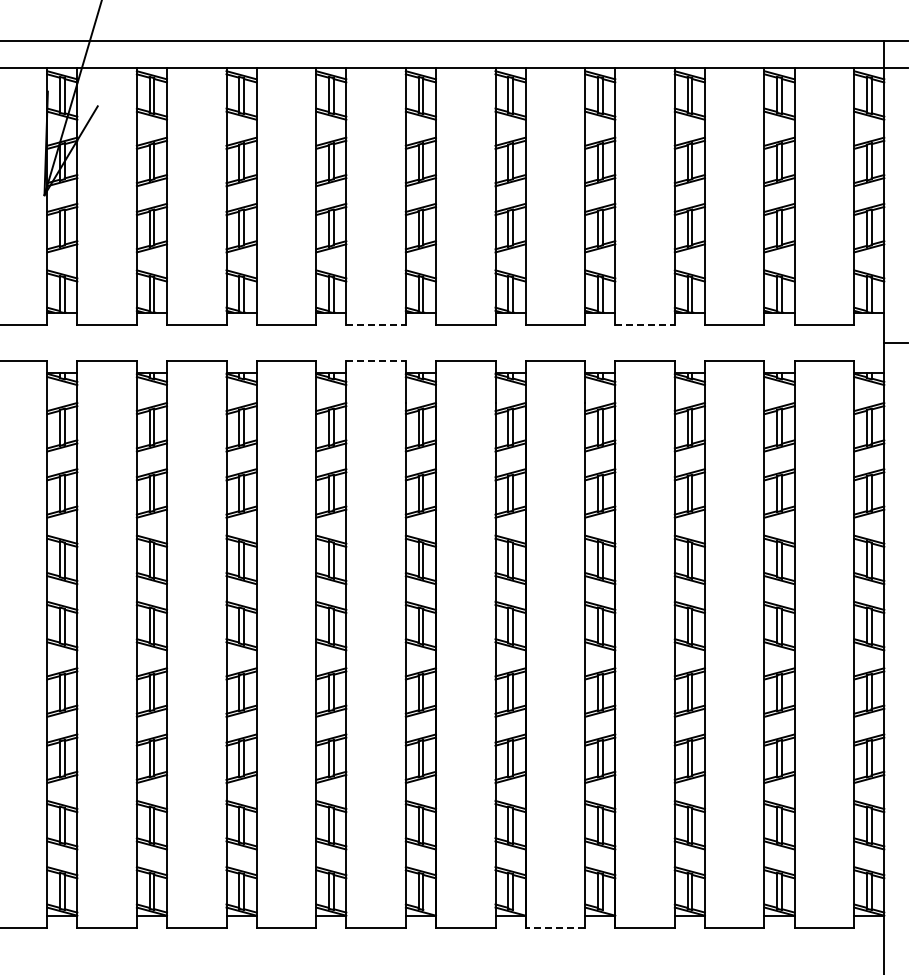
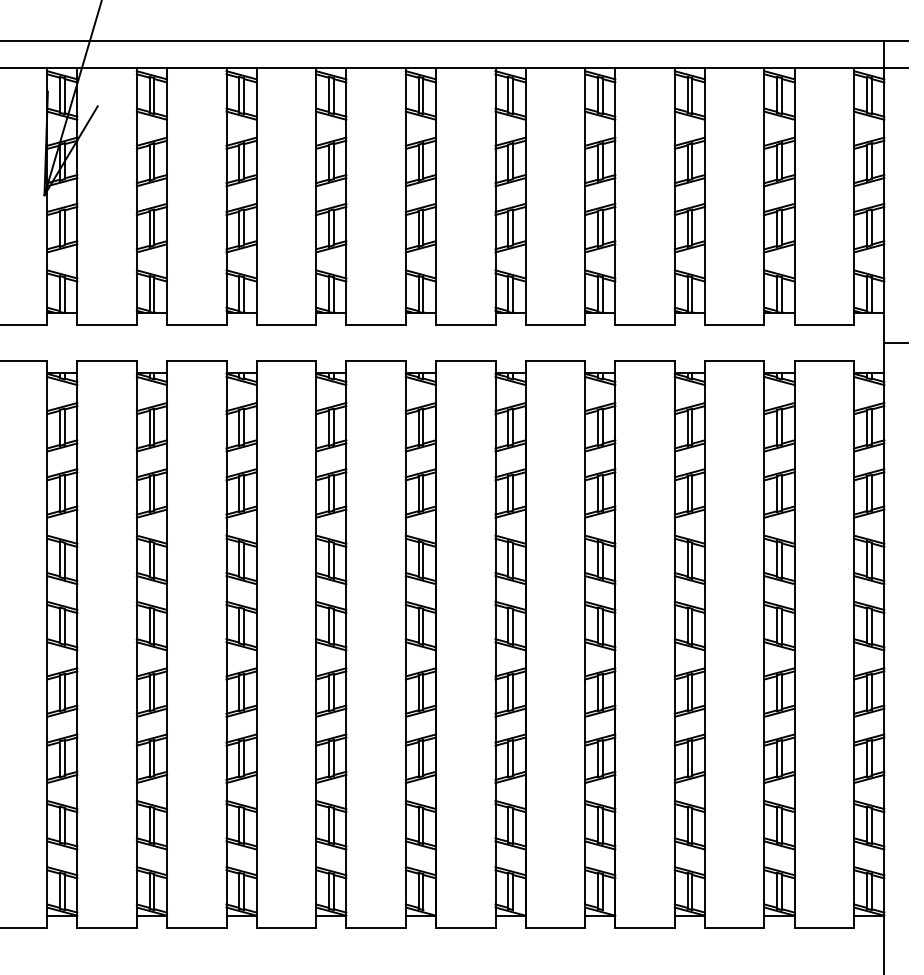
line at (376, 324): dashed -> solid
line at (645, 324): dashed -> solid
line at (376, 360): dashed -> solid
line at (555, 927): dashed -> solid
